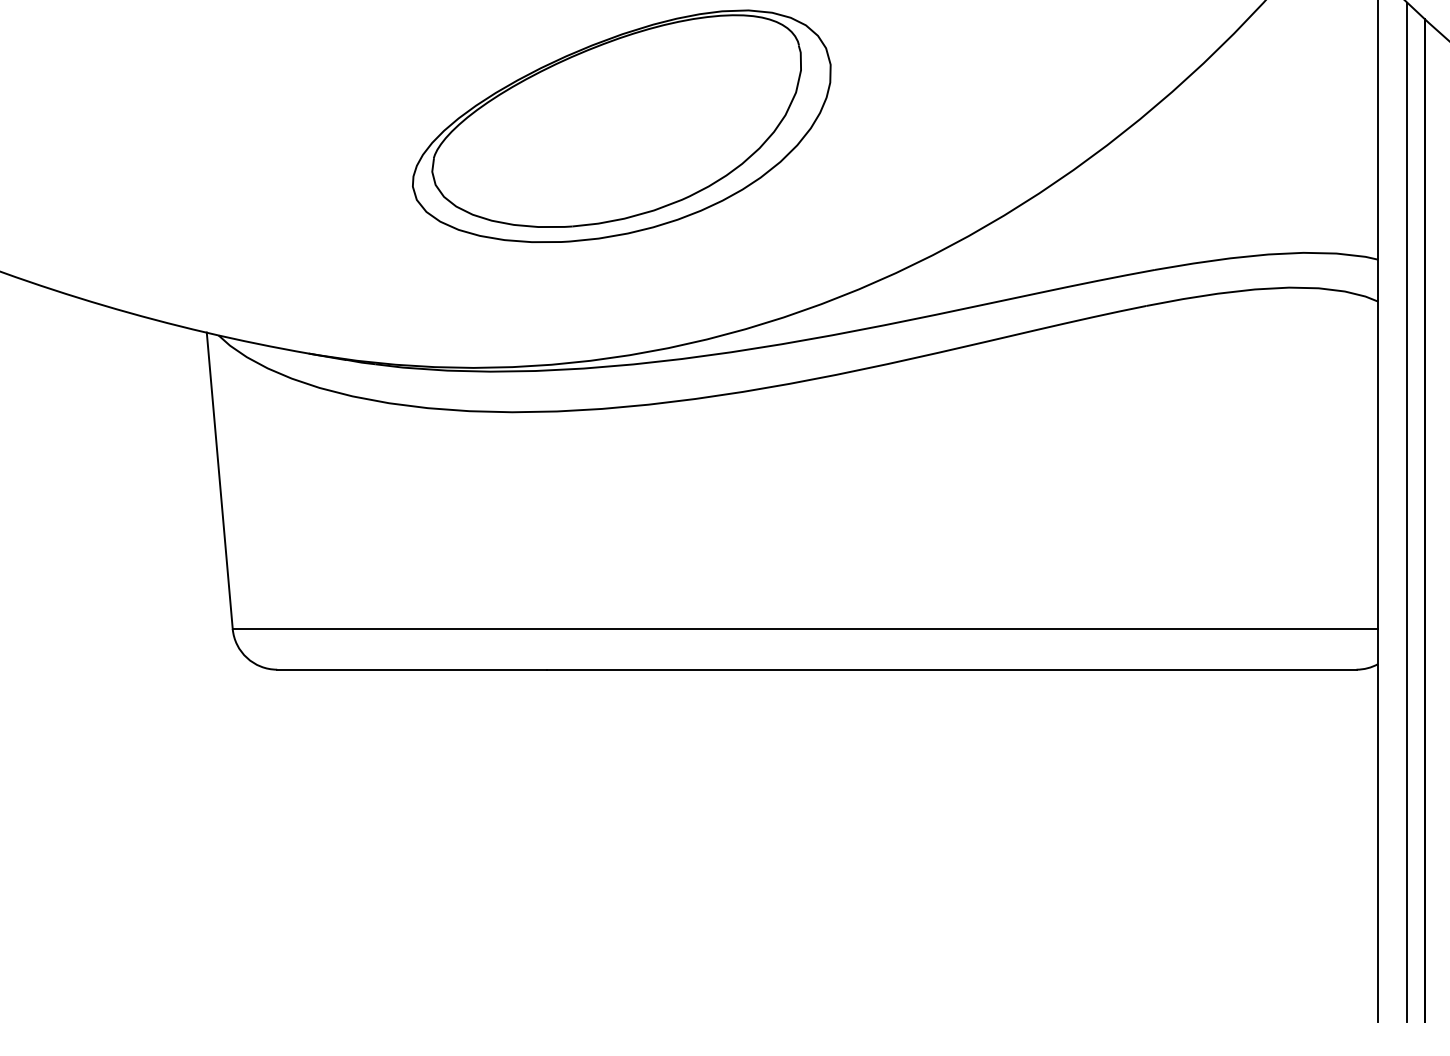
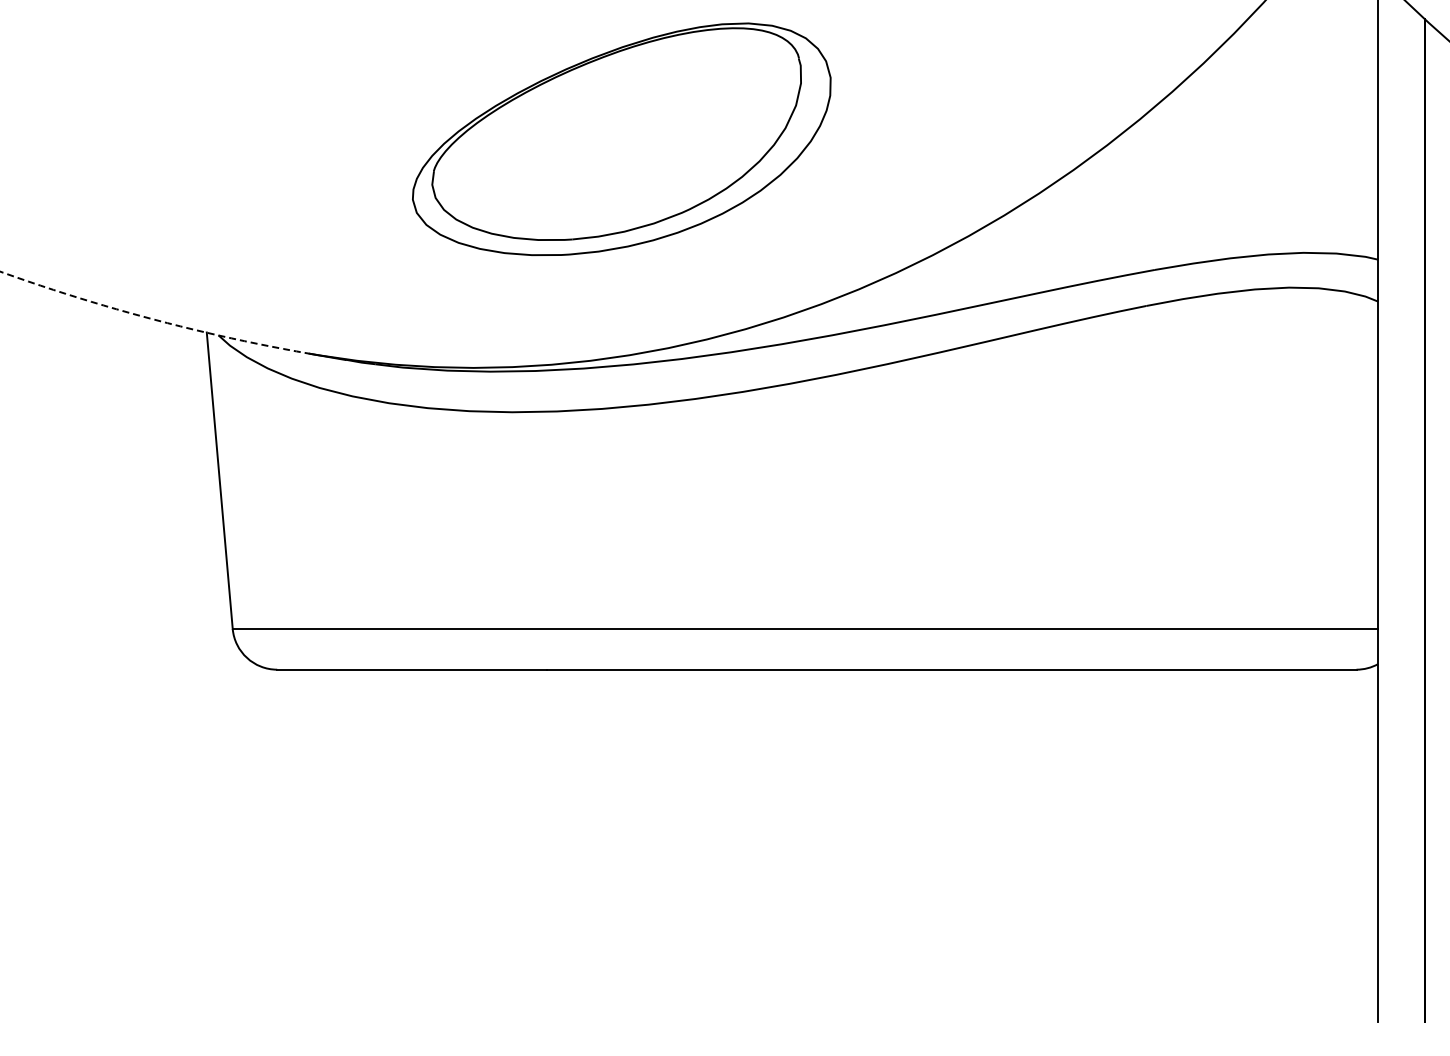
part at (621, 126) position: (621, 126) -> (621, 139)
arc at (153, 319): solid -> dashed
line at (1407, 511): present -> none
